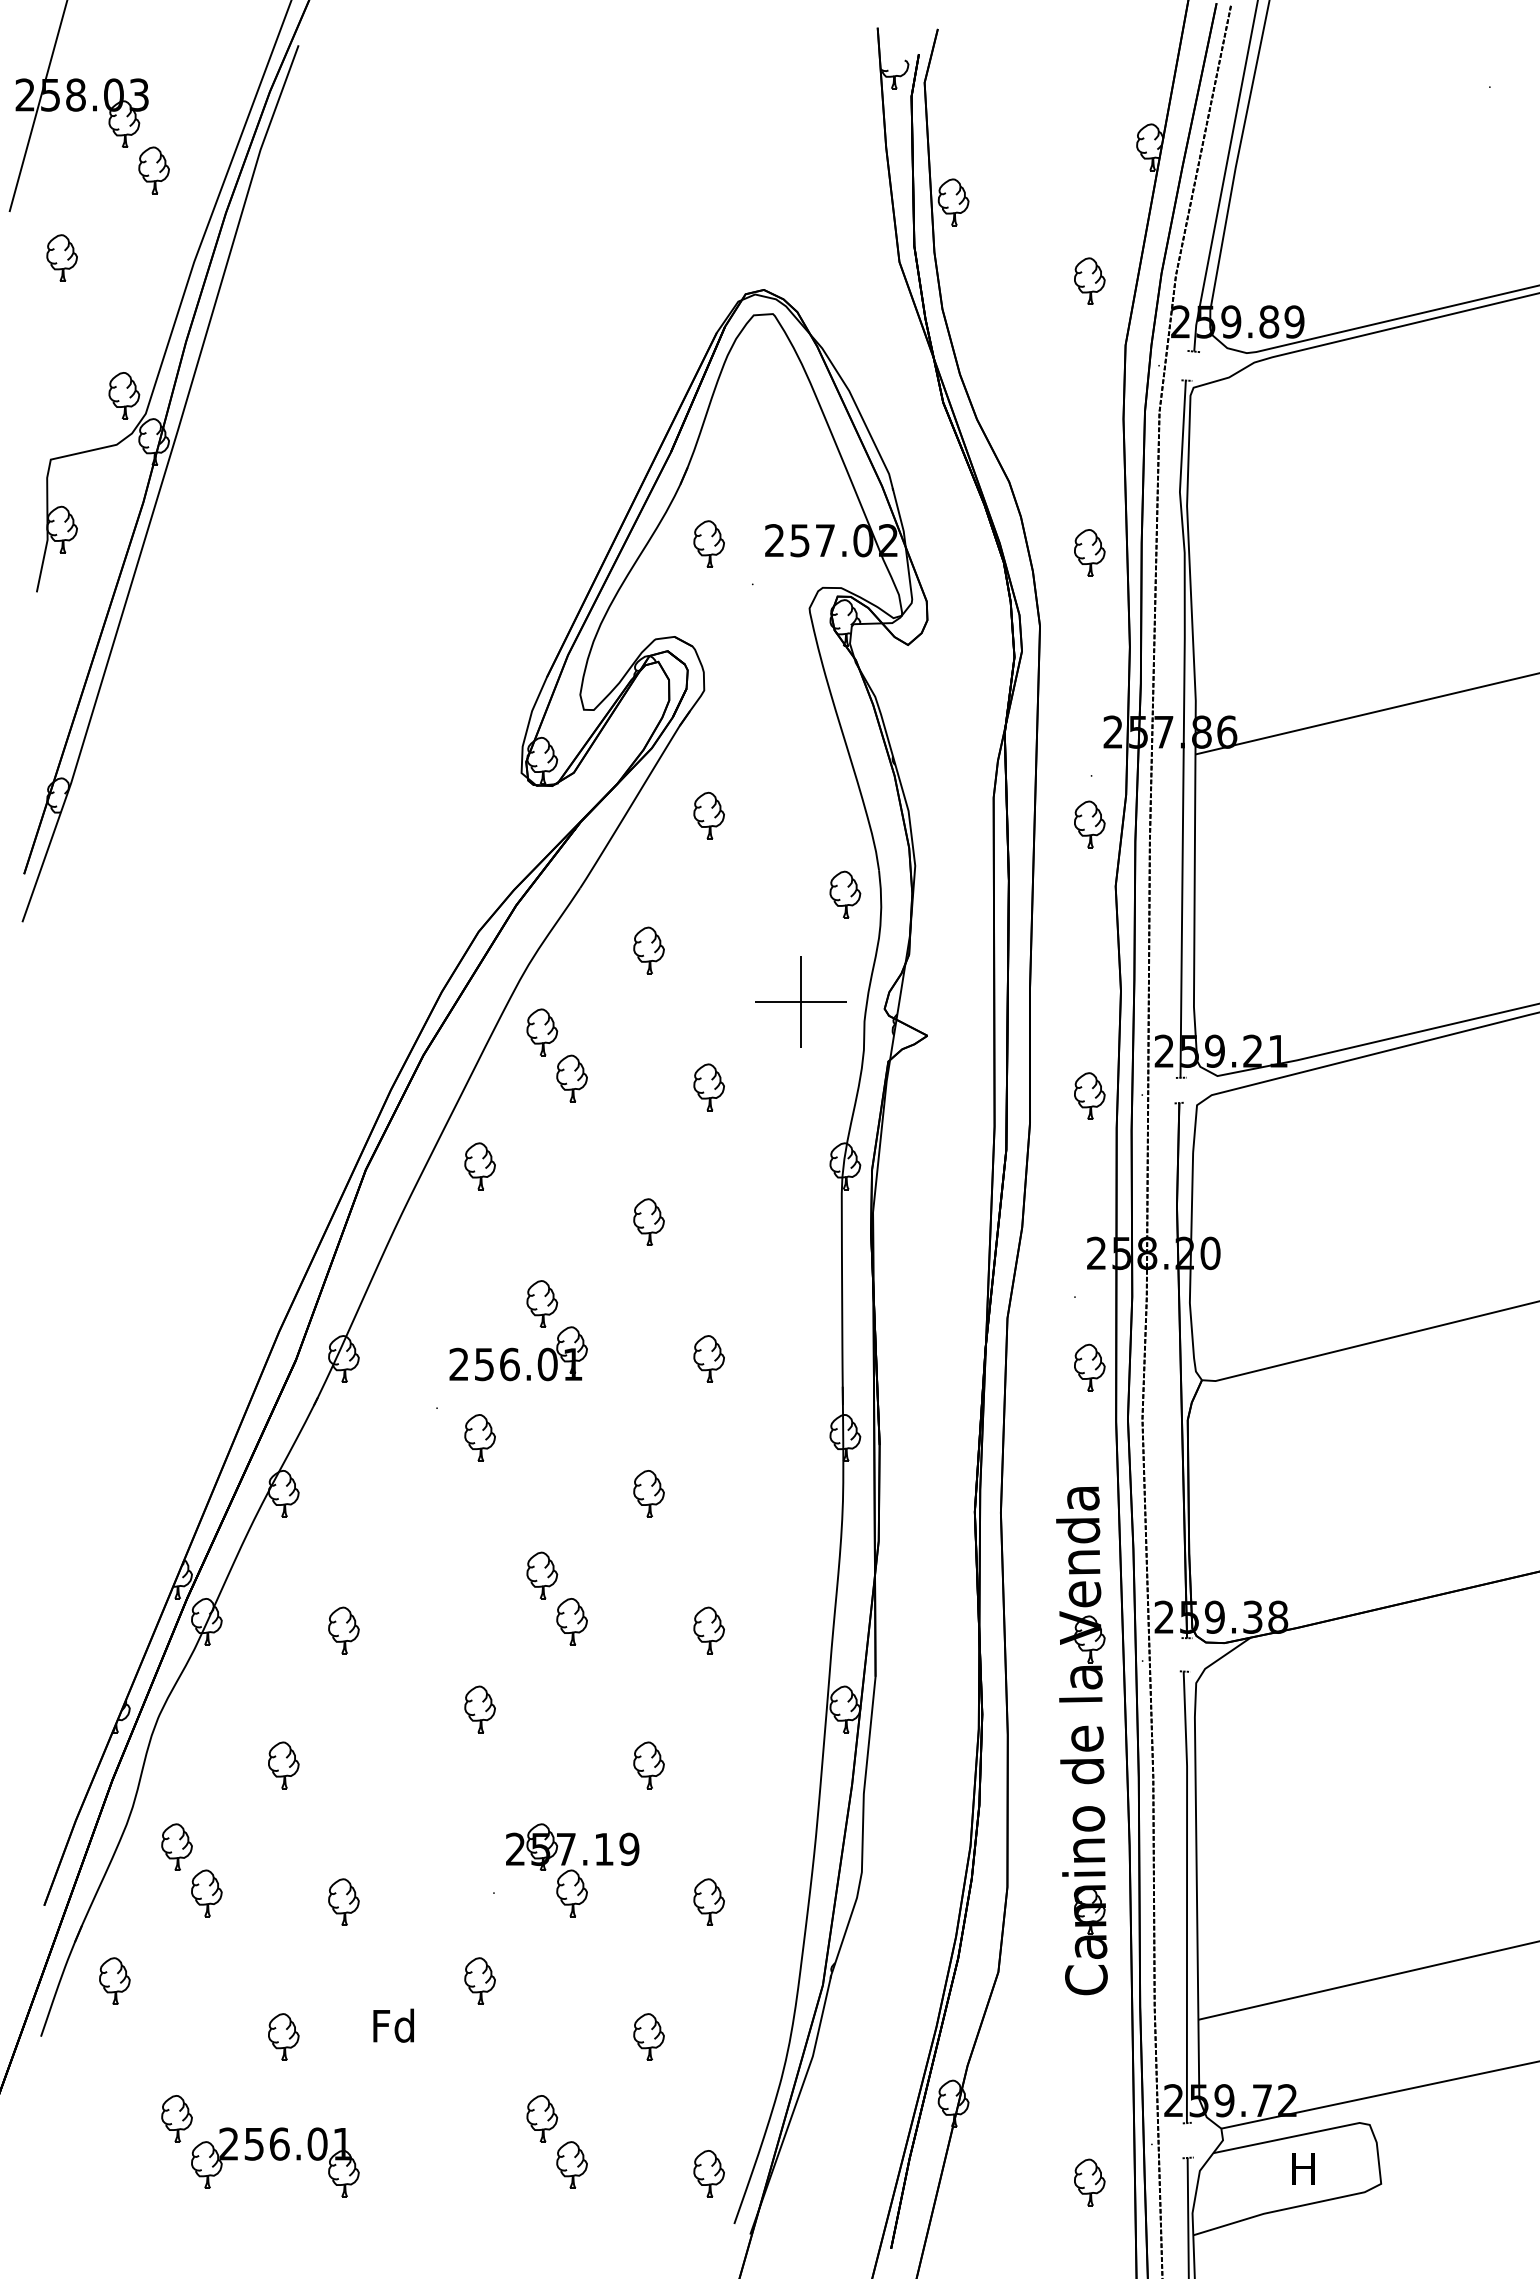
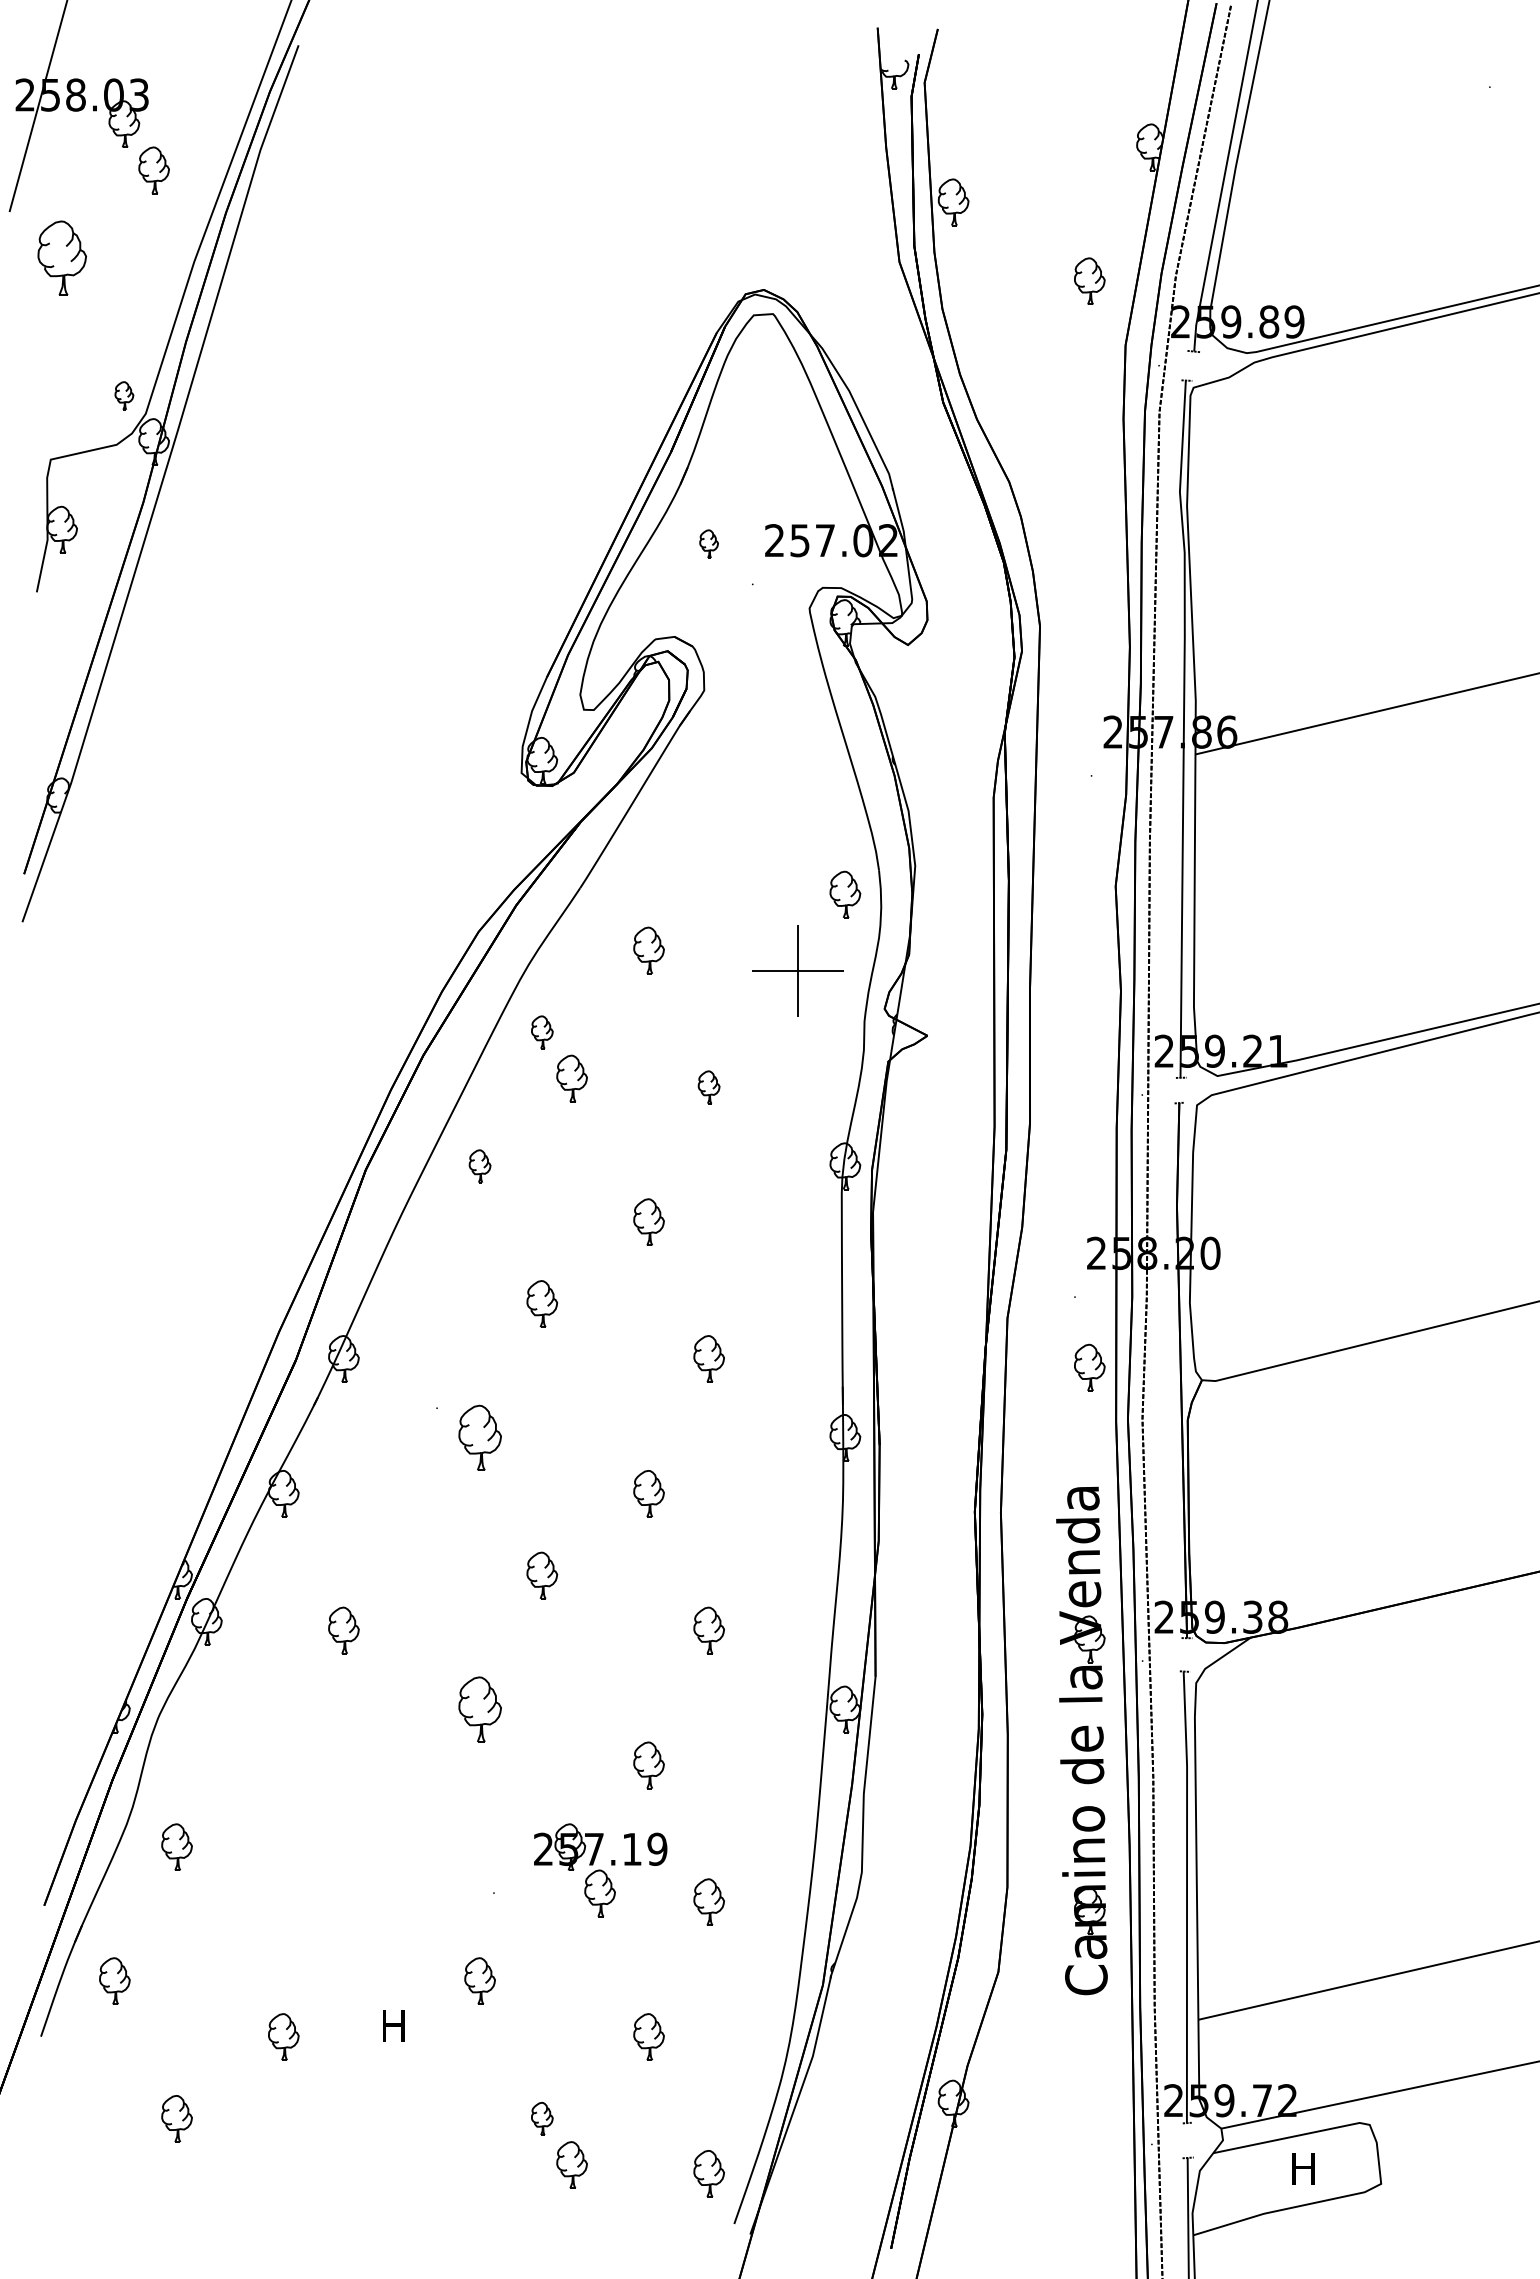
part at (61, 257) size: 32x48 px -> 50x76 px
part at (124, 395) size: 33x48 px -> 21x30 px
part at (708, 543) size: 32x48 px -> 20x30 px
part at (1089, 552): present -> none
part at (708, 815): present -> none
part at (1089, 824): present -> none
part at (800, 1001) position: (800, 1001) -> (797, 970)
part at (542, 1032) size: 33x49 px -> 23x35 px
part at (708, 1087) size: 32x49 px -> 24x35 px
part at (1089, 1095): present -> none
part at (479, 1166) size: 32x49 px -> 24x35 px
part at (518, 1353): present -> none
part at (479, 1437) size: 32x48 px -> 44x67 px
part at (571, 1621): present -> none
part at (479, 1709) size: 32x49 px -> 44x67 px
part at (283, 1765): present -> none
part at (572, 1870) position: (572, 1870) -> (600, 1870)
part at (206, 1893): present -> none
part at (343, 1901): present -> none
text at (393, 2025): Fd -> H
part at (542, 2118) size: 33x48 px -> 23x34 px
part at (275, 2162): present -> none
part at (1089, 2182): present -> none
